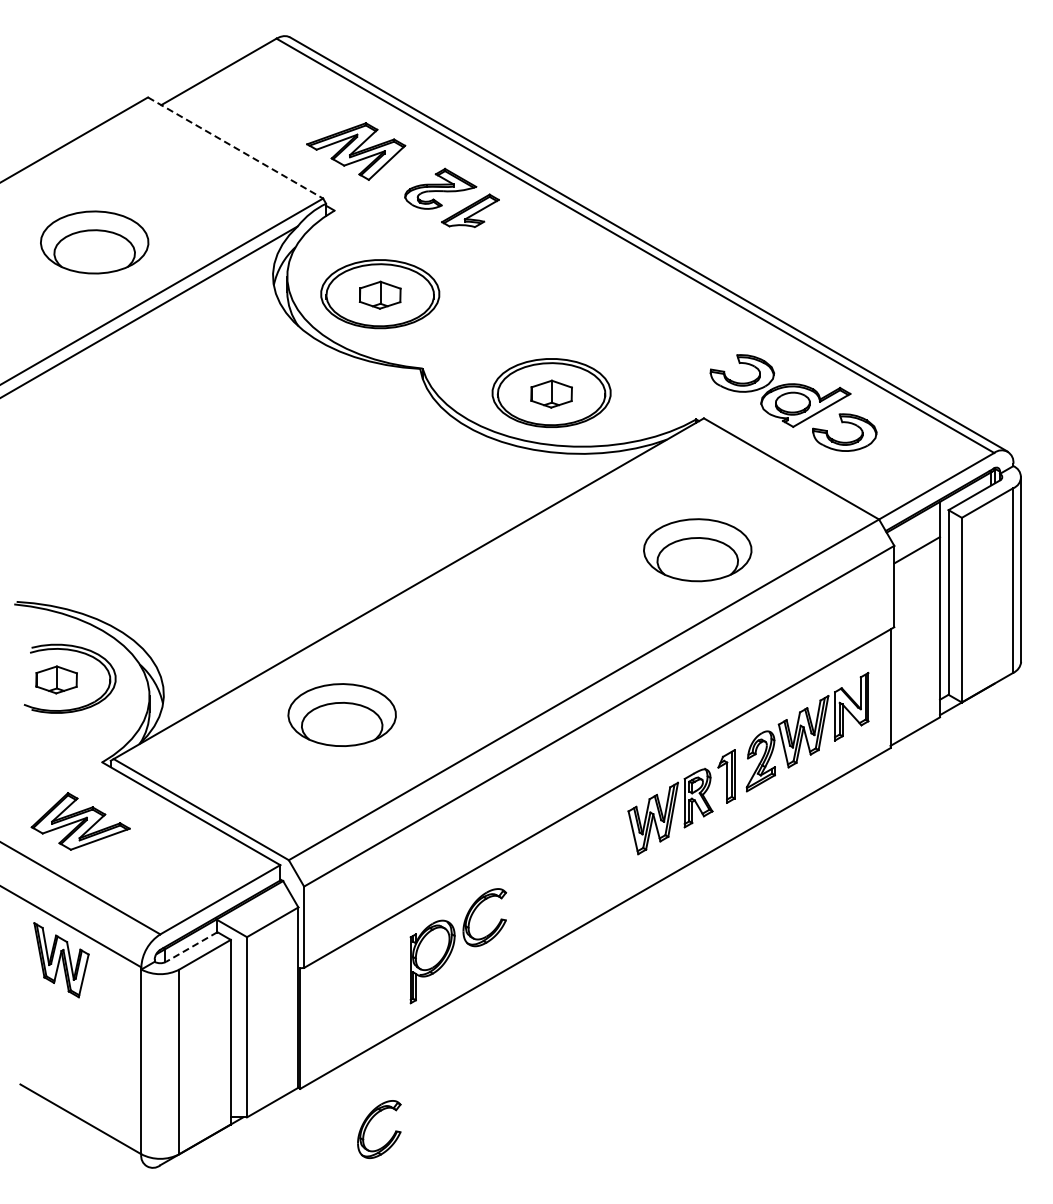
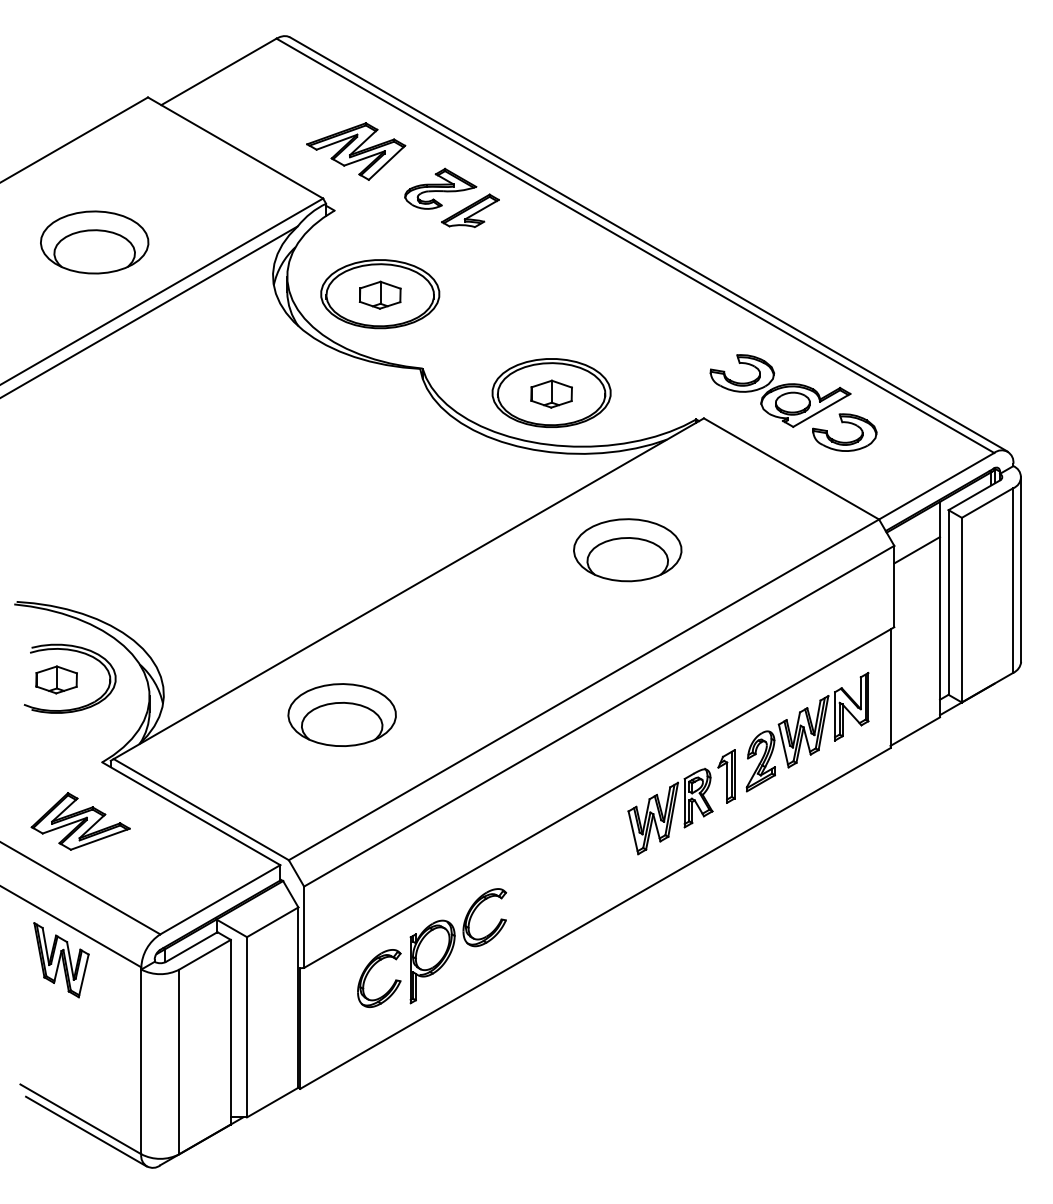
line at (236, 148): dashed -> solid
part at (697, 550) position: (697, 550) -> (627, 550)
line at (191, 947): dashed -> solid
part at (369, 1123) position: (369, 1123) -> (369, 972)
line at (86, 1131): none -> present
